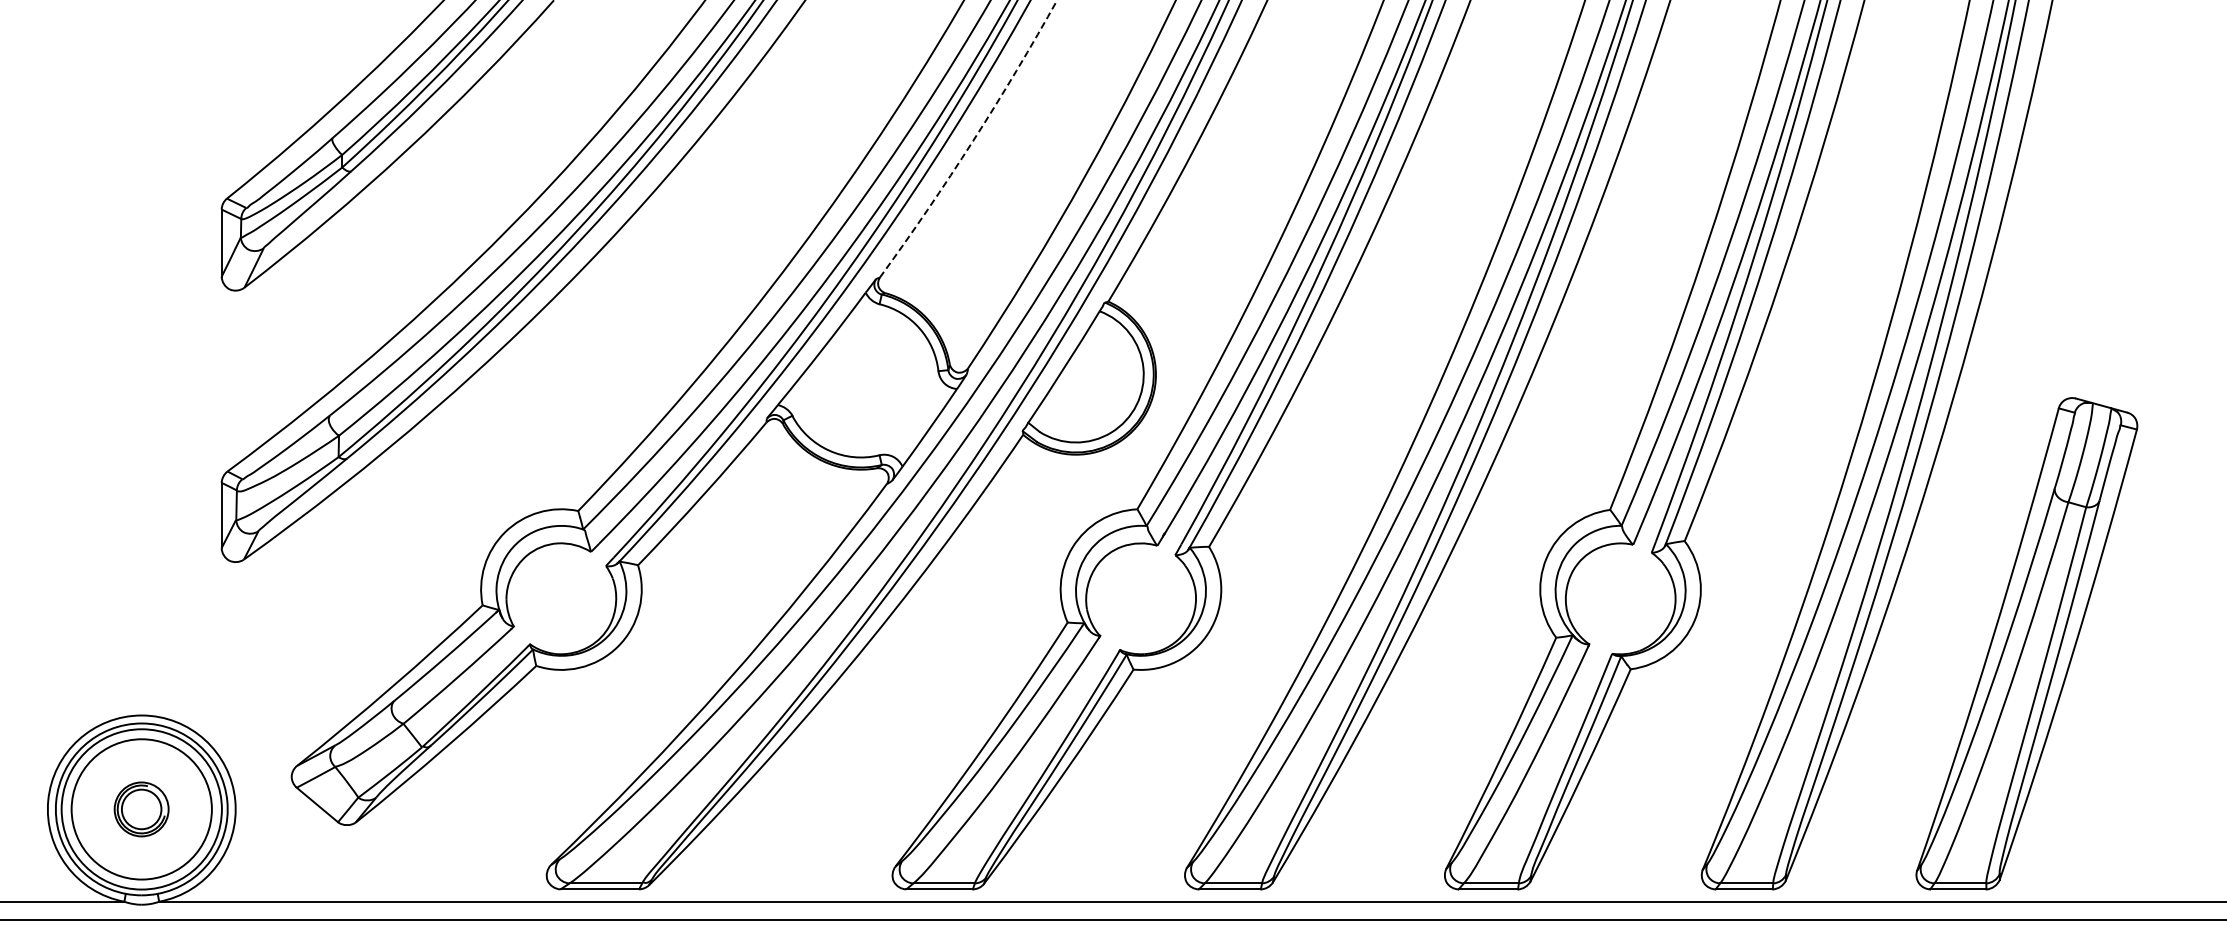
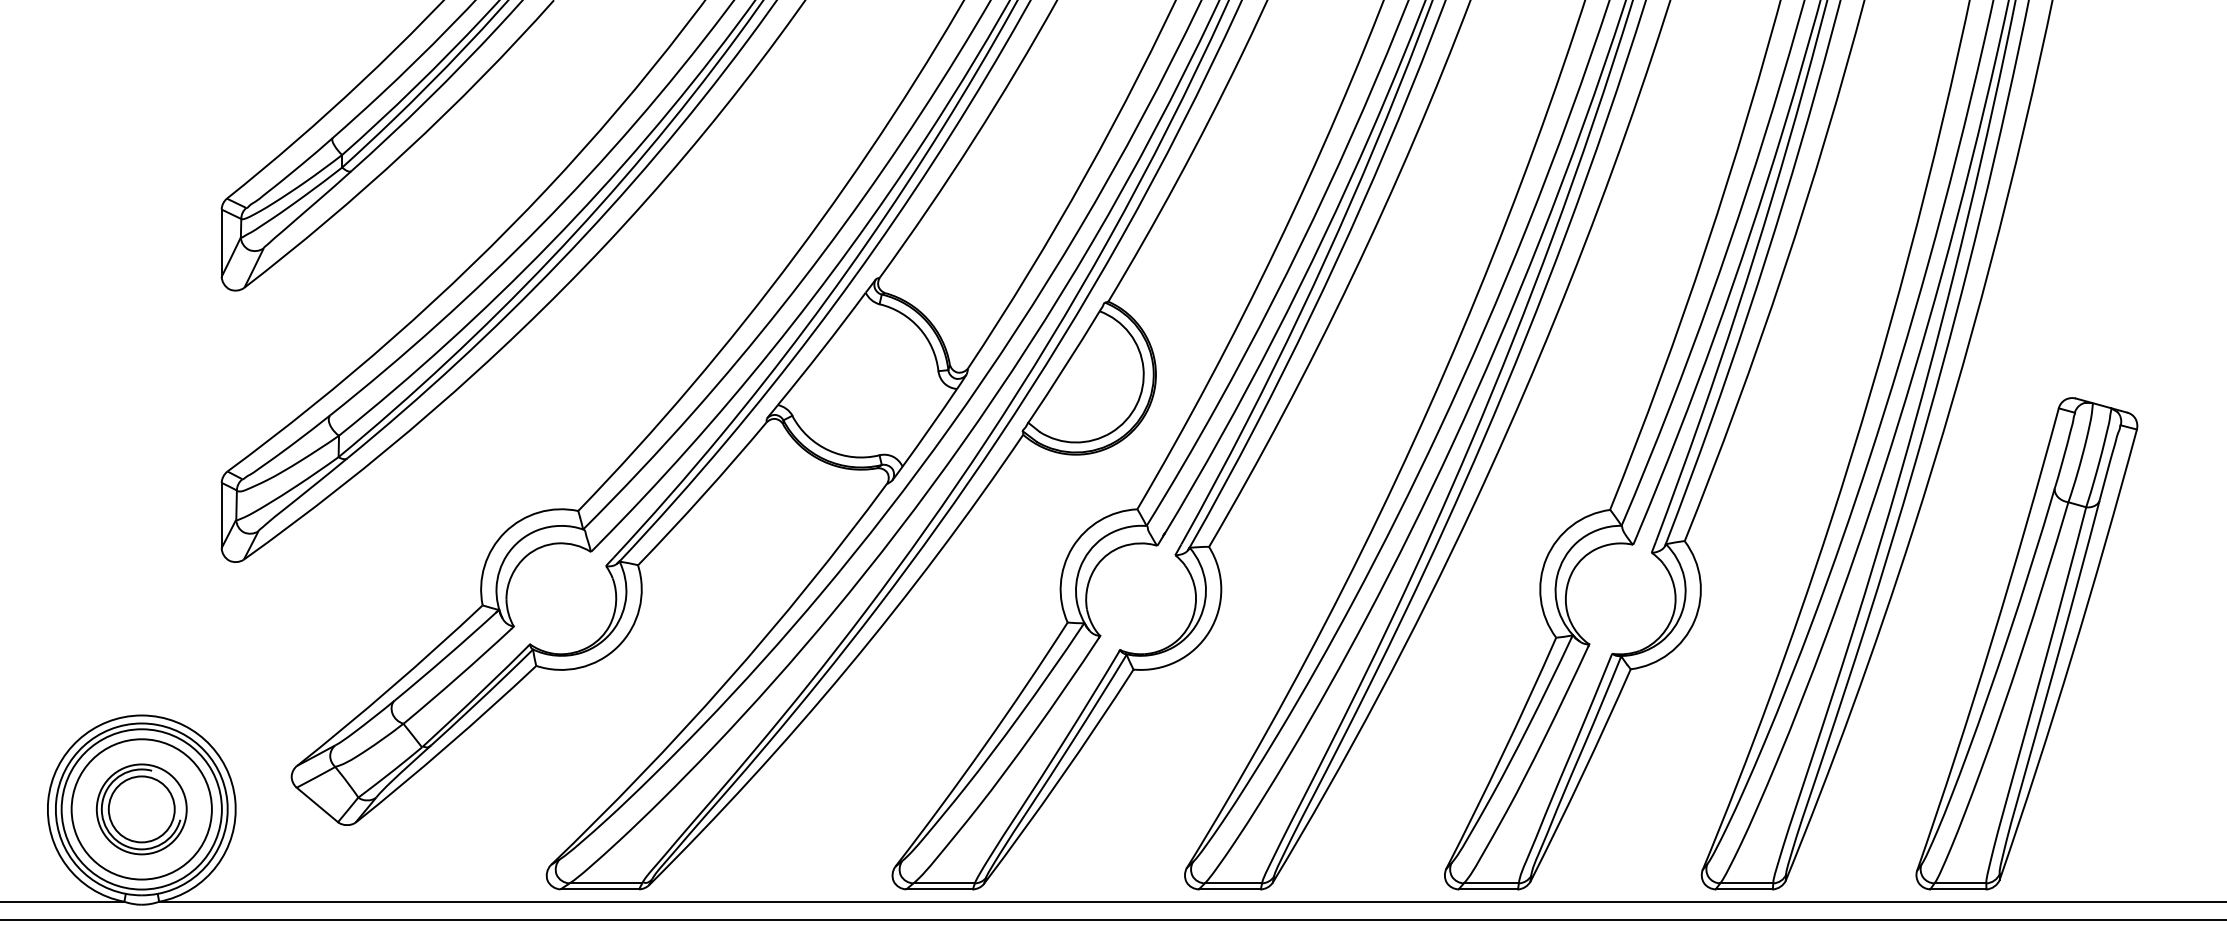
arc at (973, 140): dashed -> solid
part at (141, 809) size: 57x57 px -> 93x93 px
